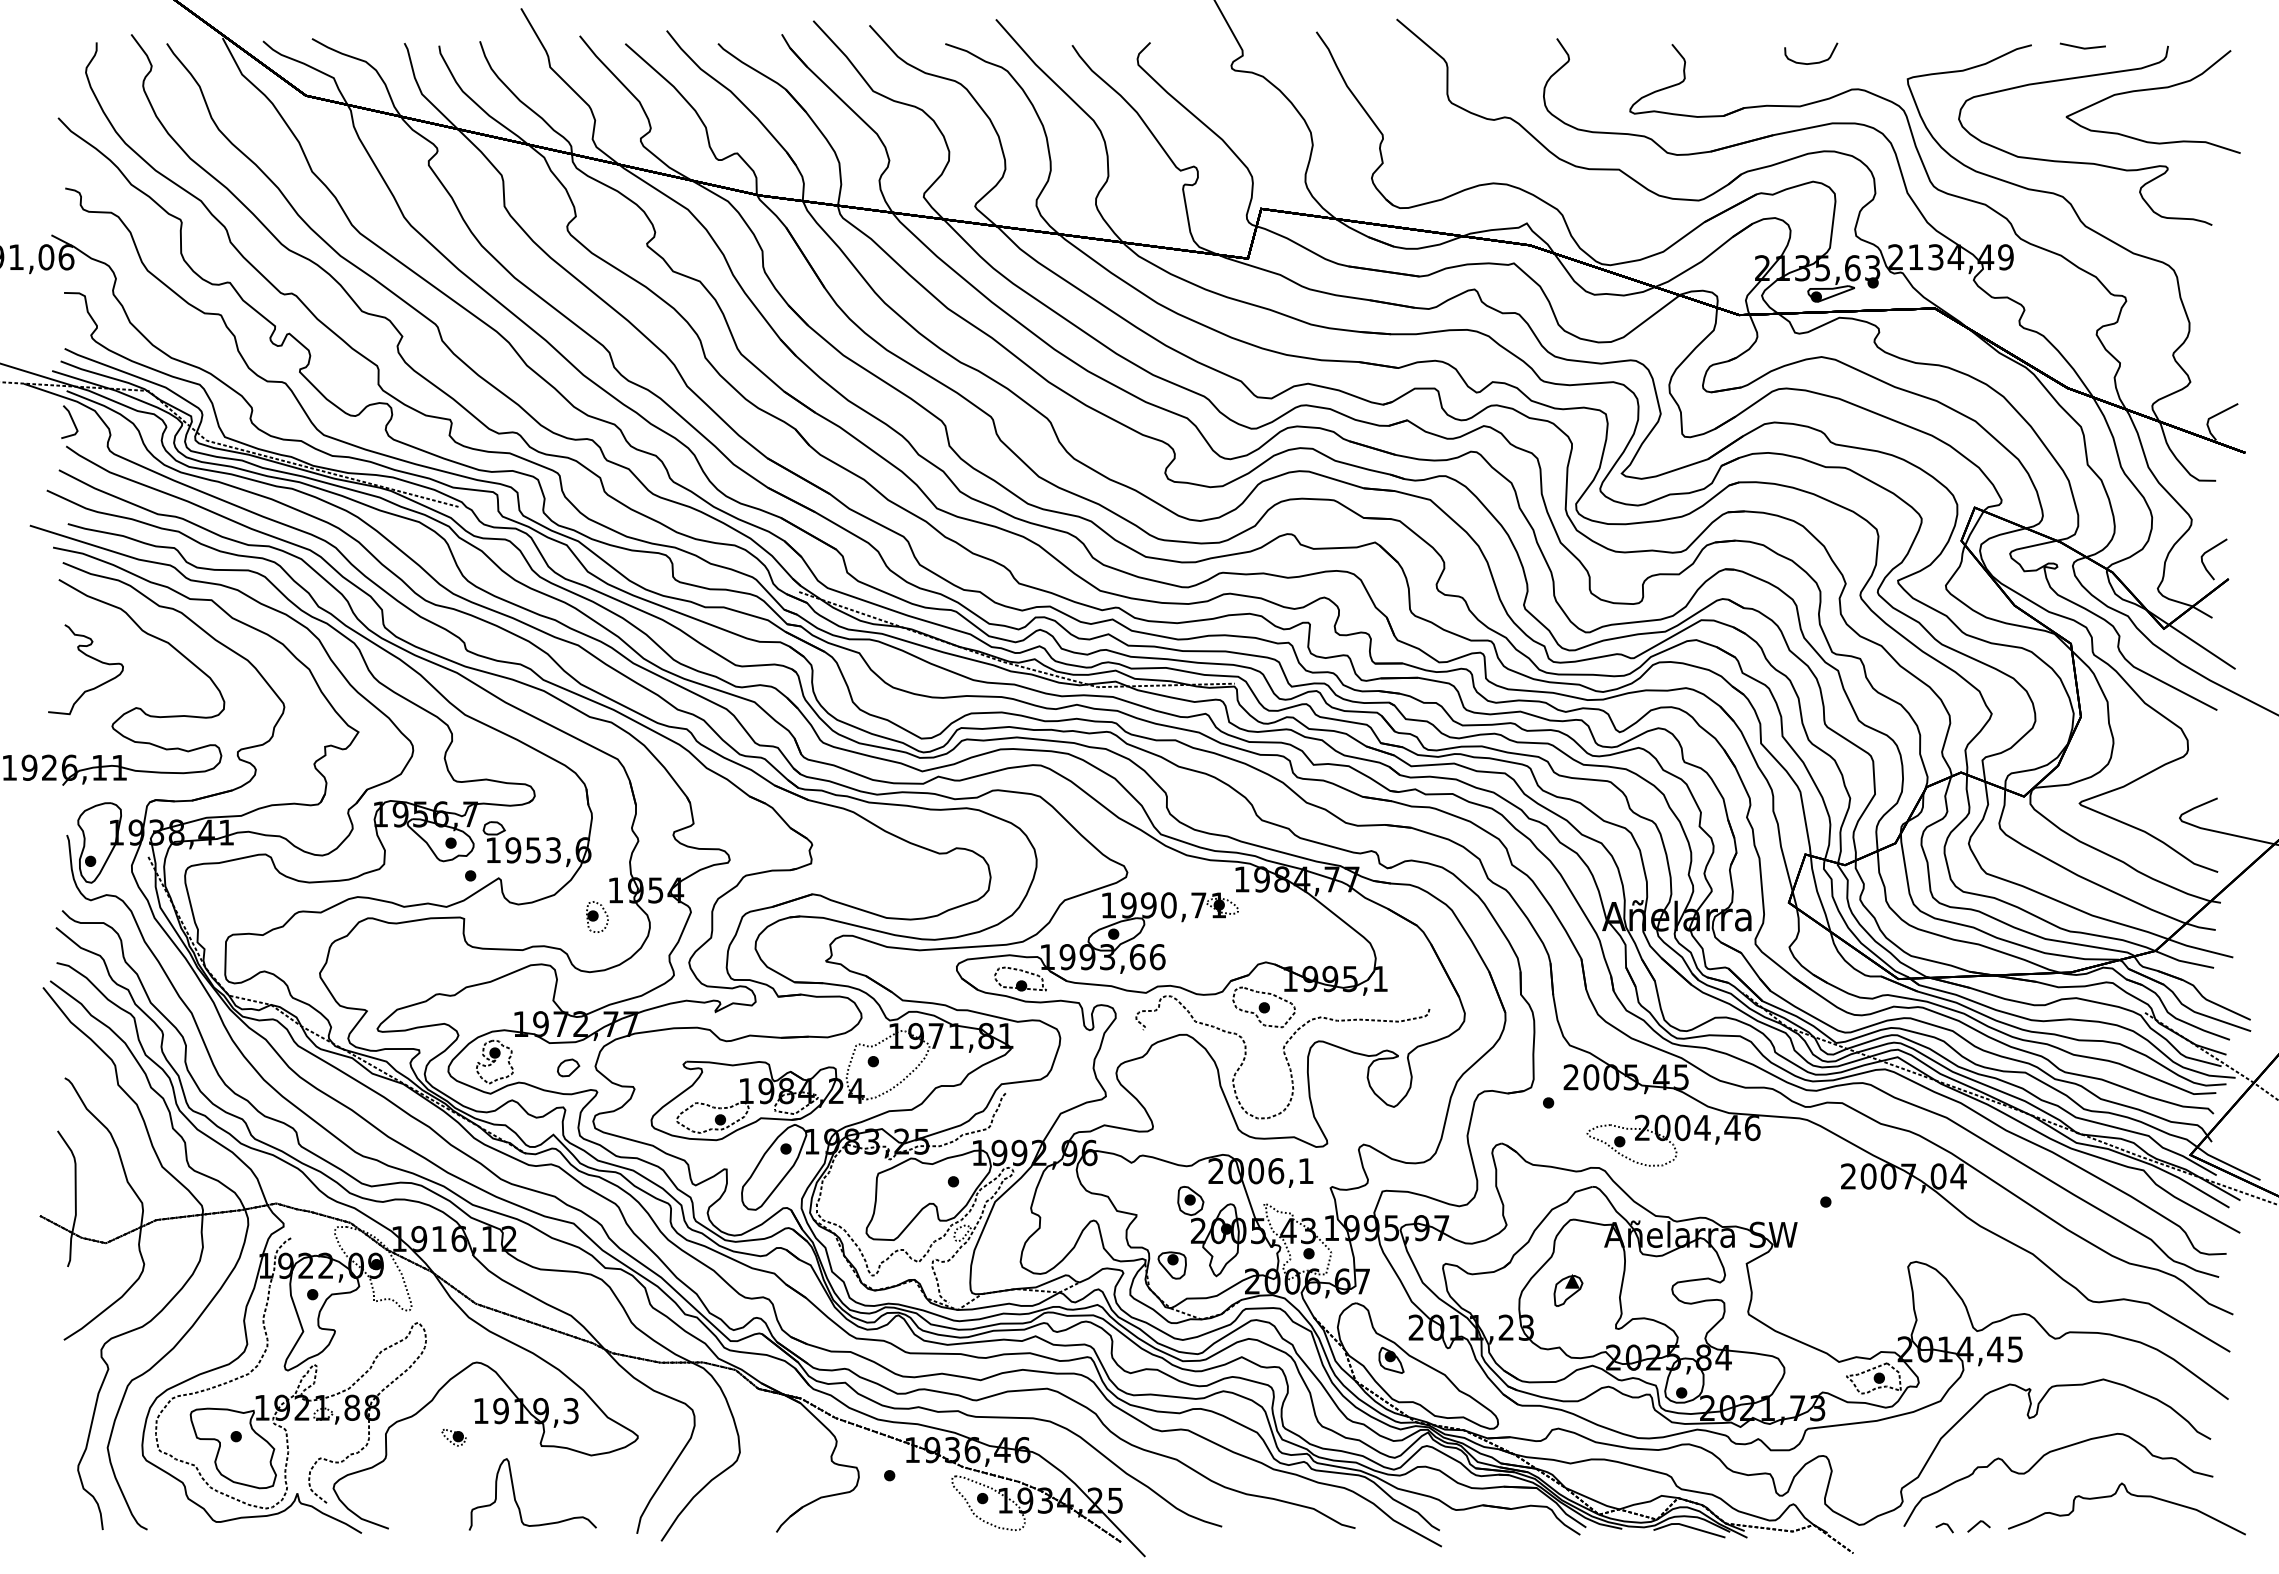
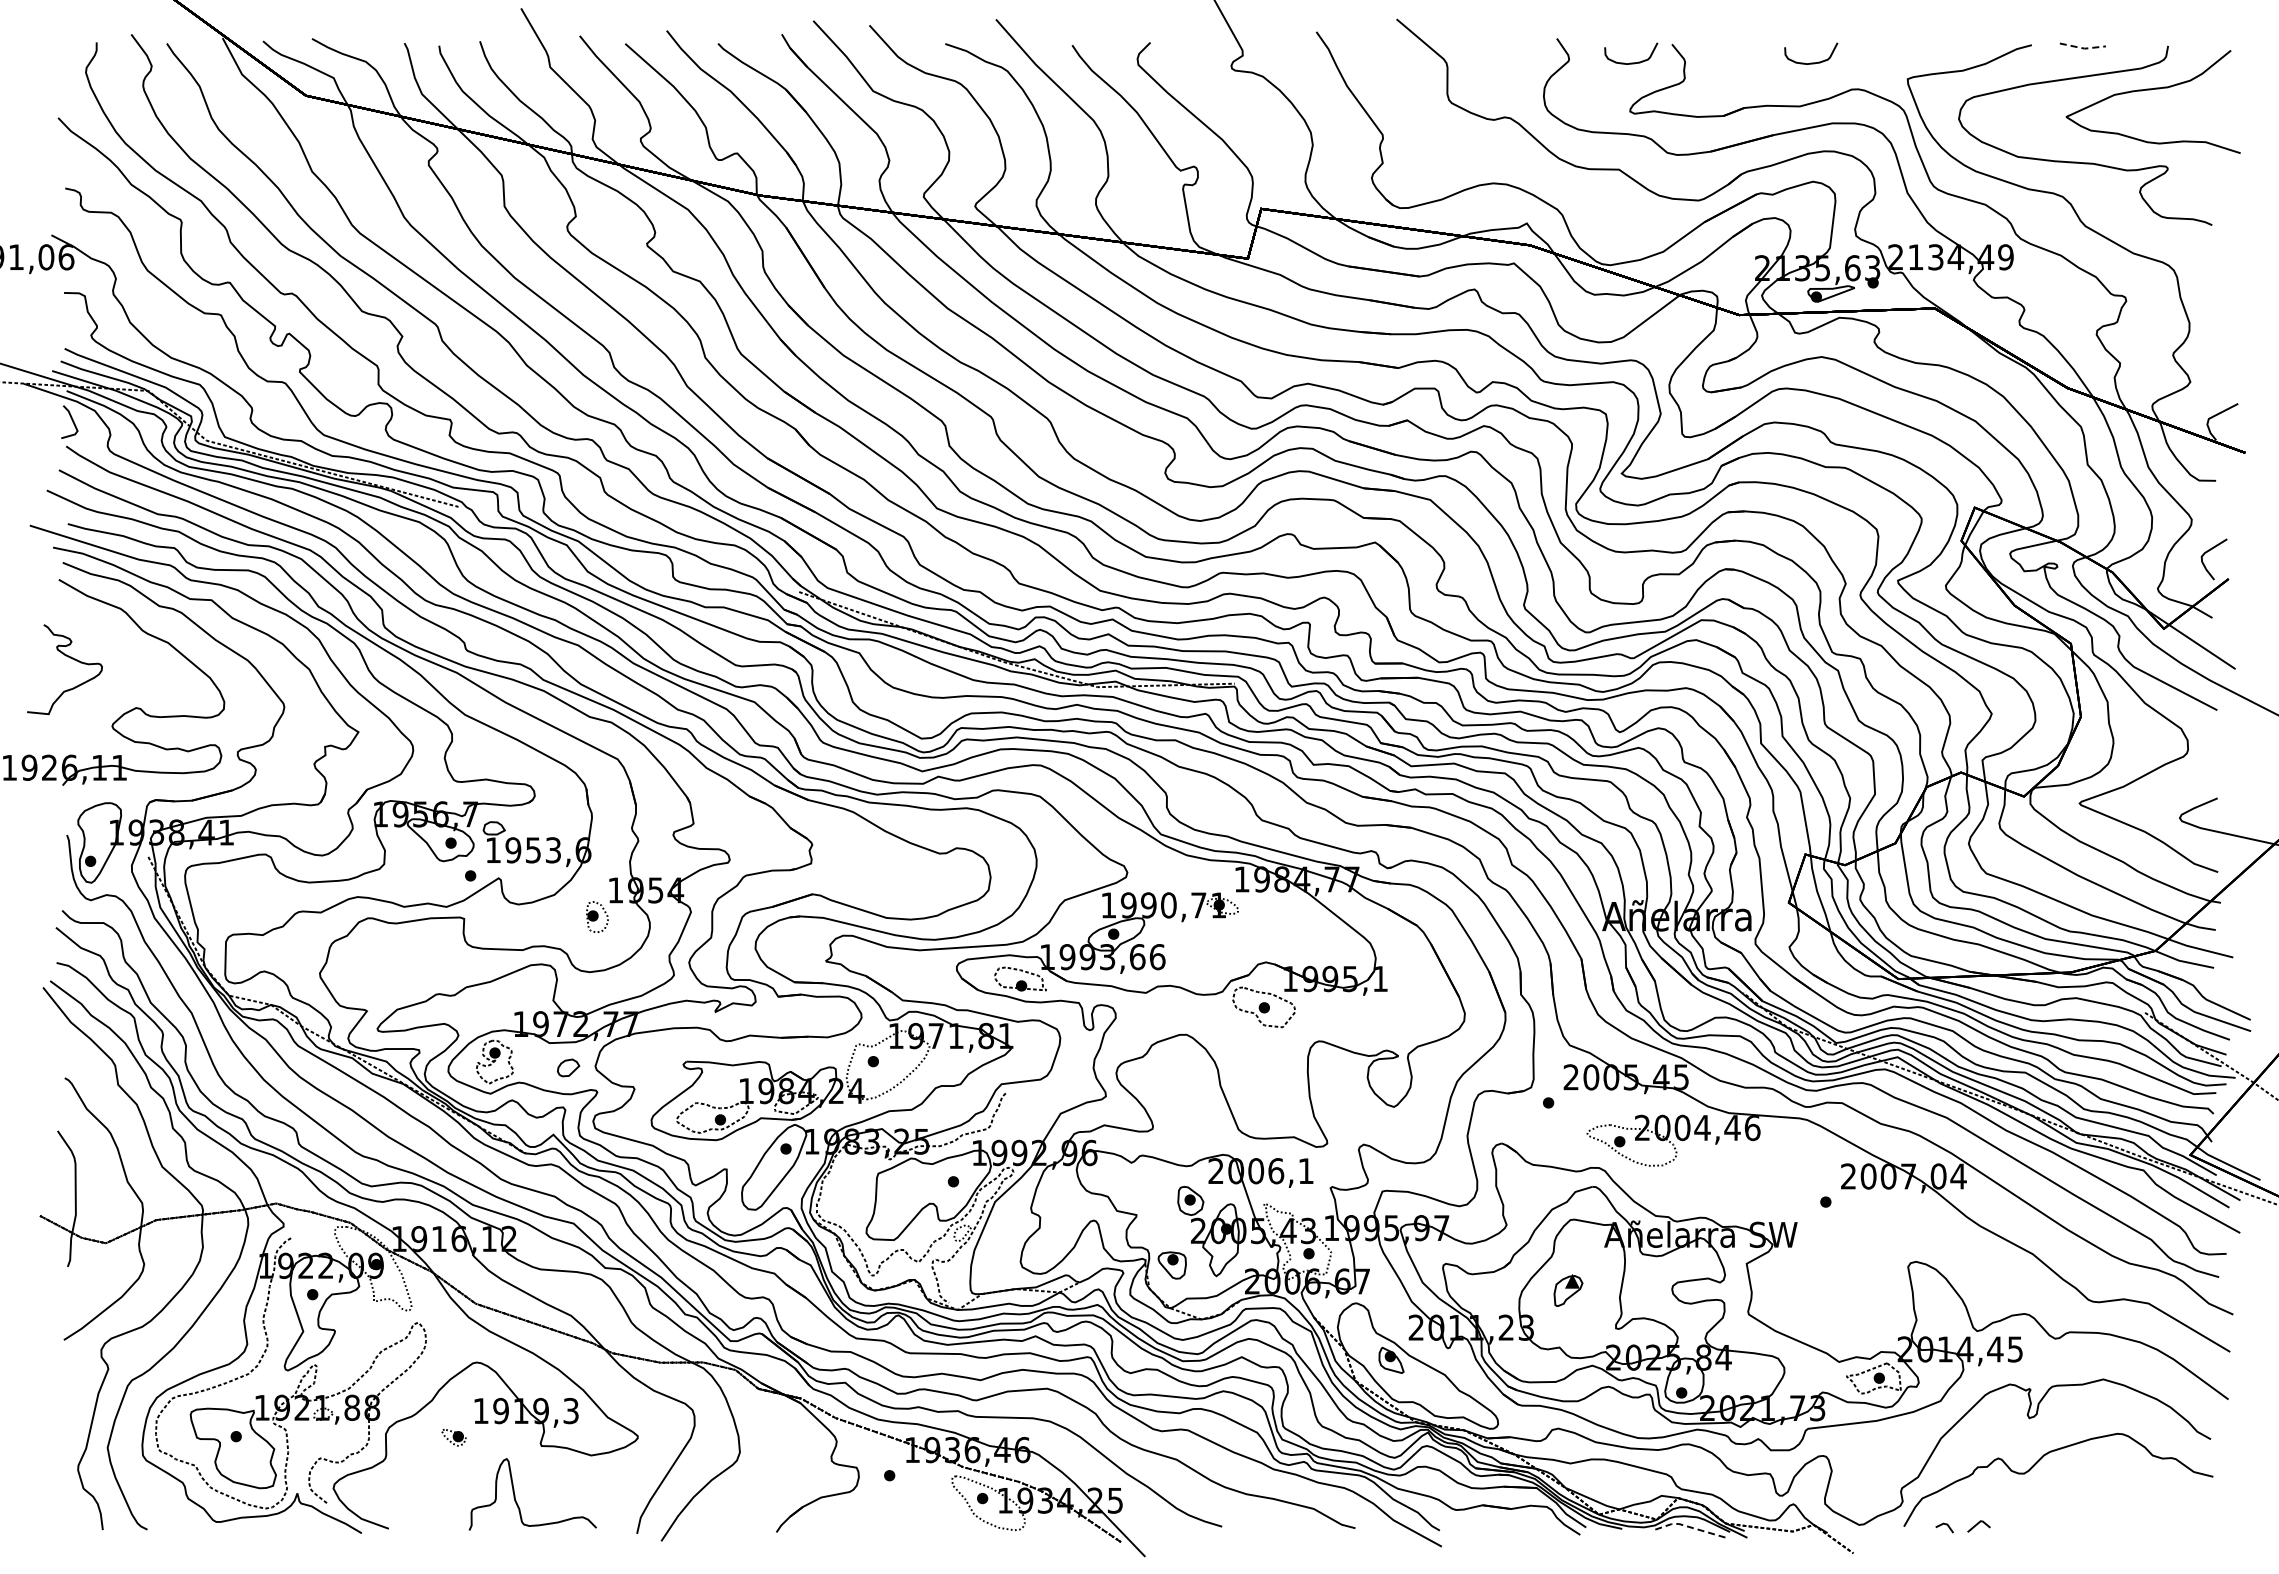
line at (2083, 48): solid -> dashed
curve at (1631, 62): none -> present
curve at (91, 658) position: (91, 658) -> (70, 658)
curve at (1284, 1055): present -> none
curve at (2131, 1495): present -> none
line at (1687, 1526): solid -> dashed
